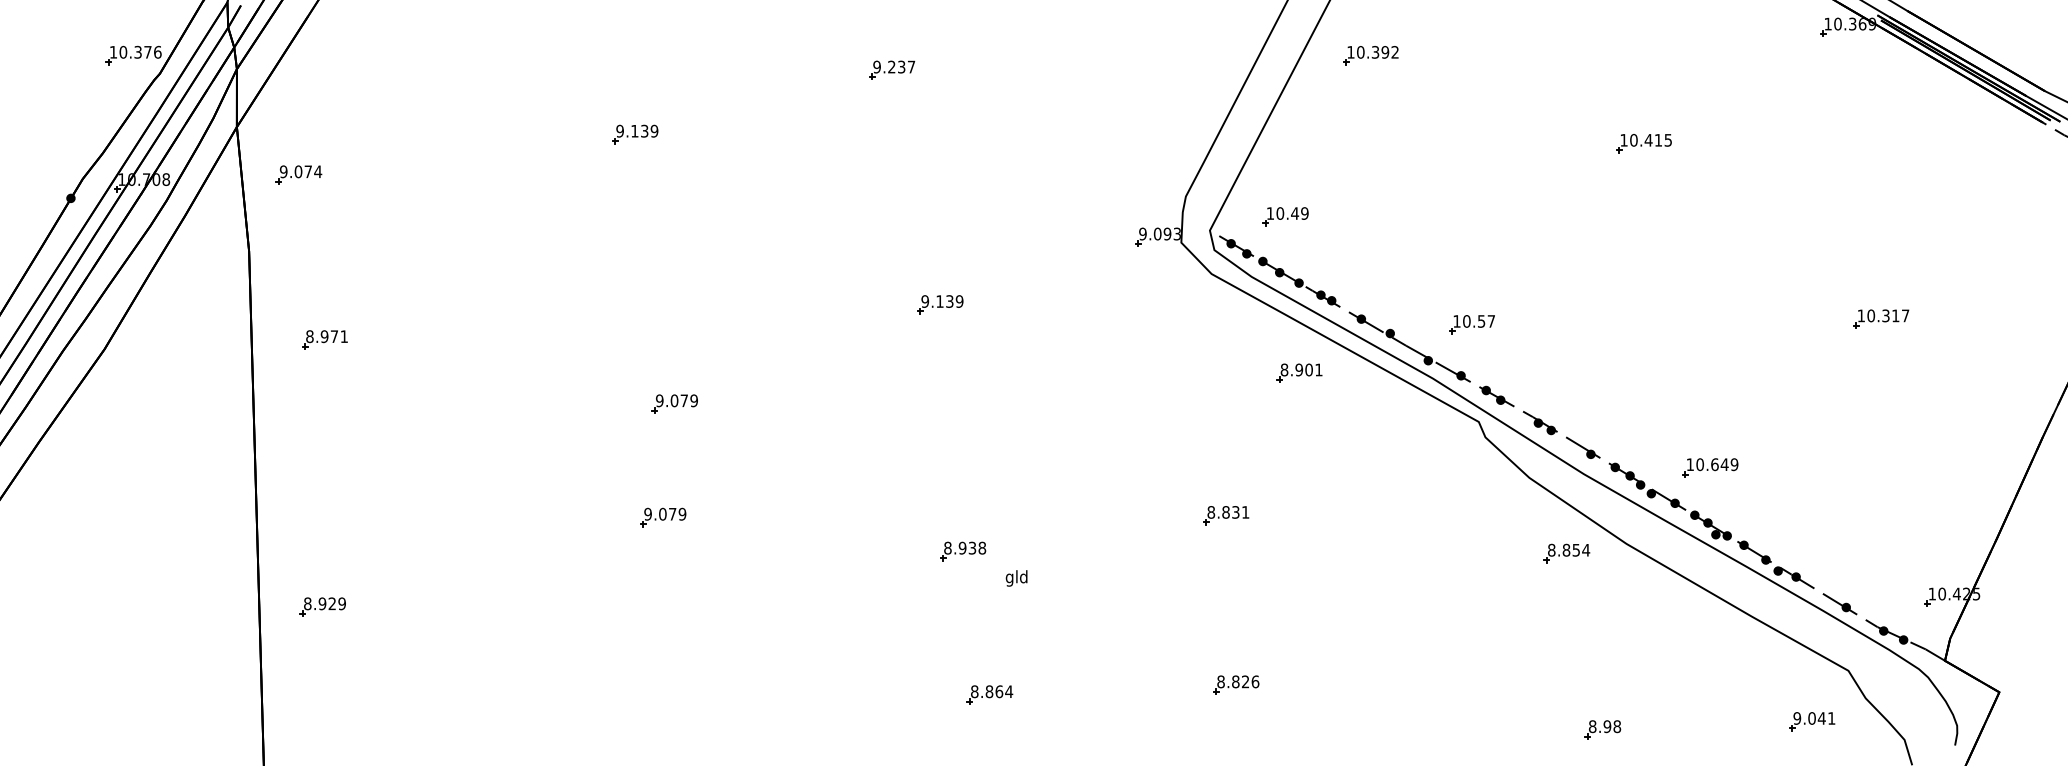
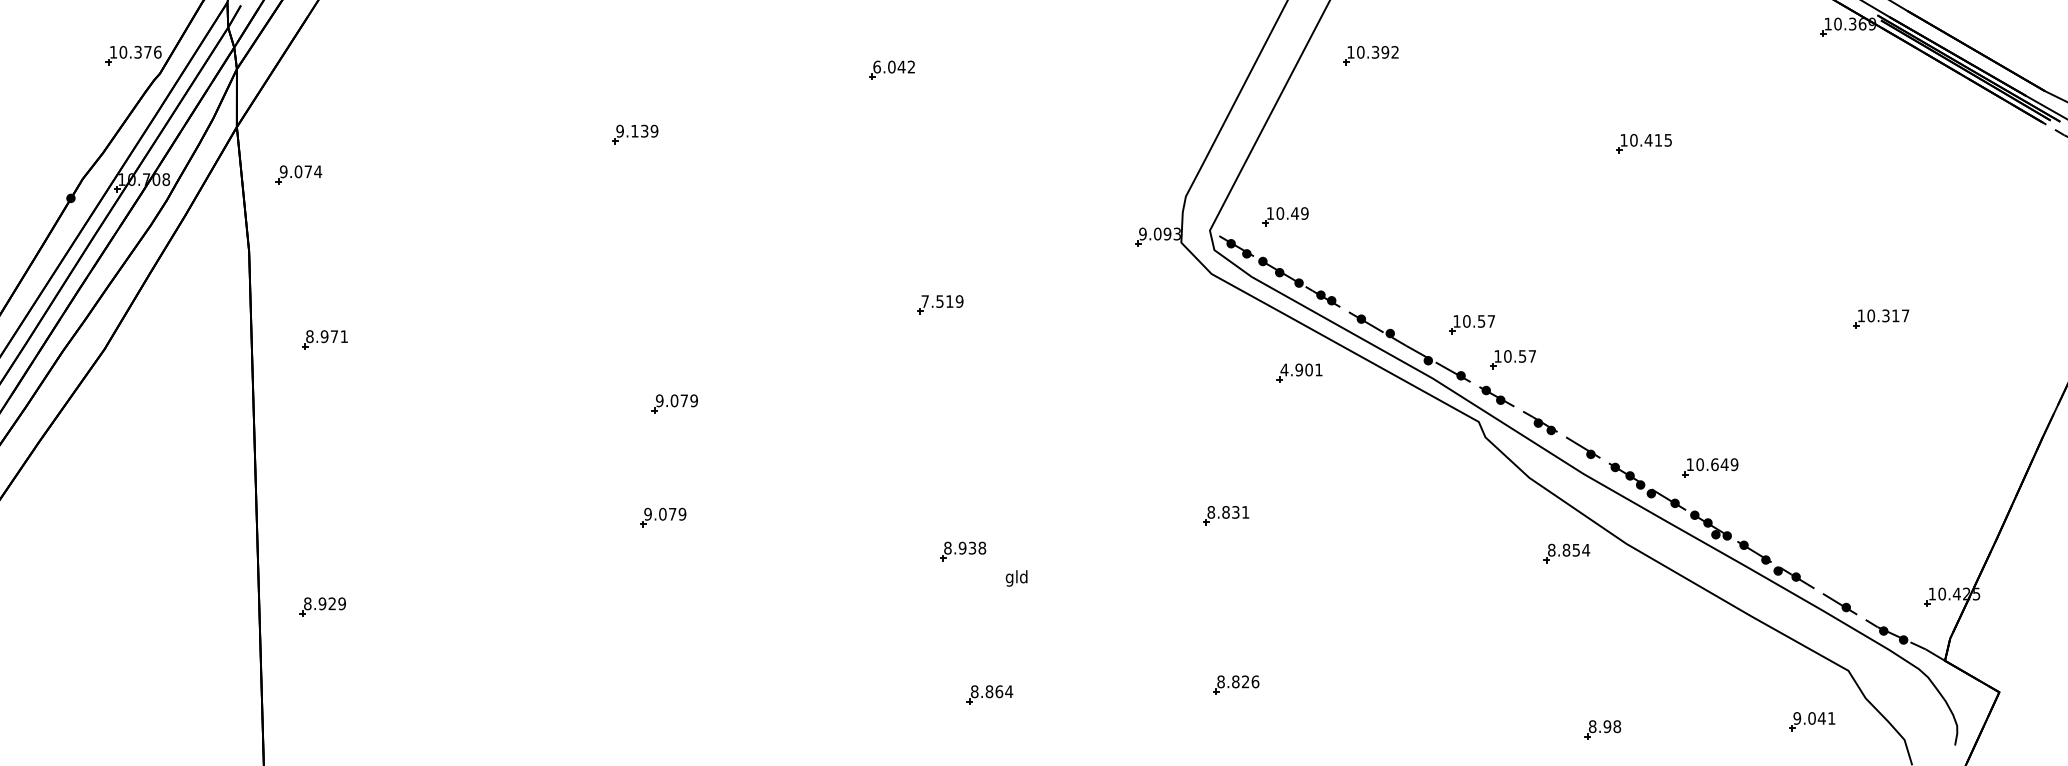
text at (894, 66): 9.237 -> 6.042
text at (937, 301): 9.139 -> 7.519
part at (1512, 359): none -> present
text at (1284, 369): 8.901 -> 4.901
